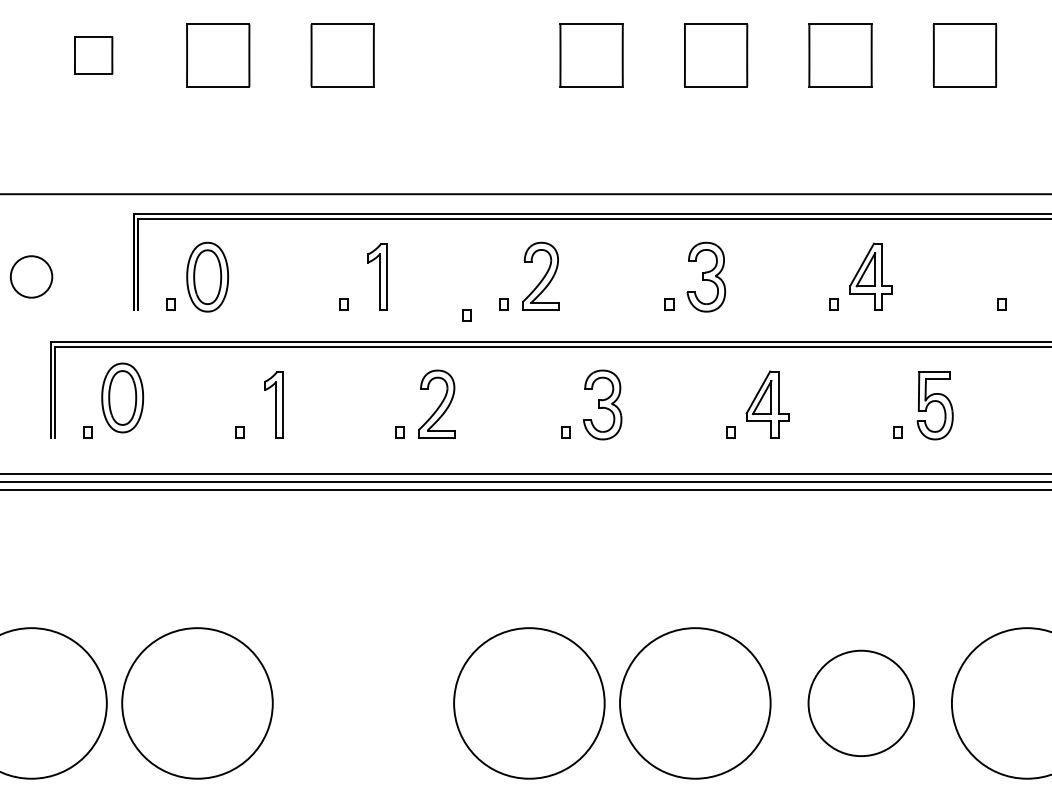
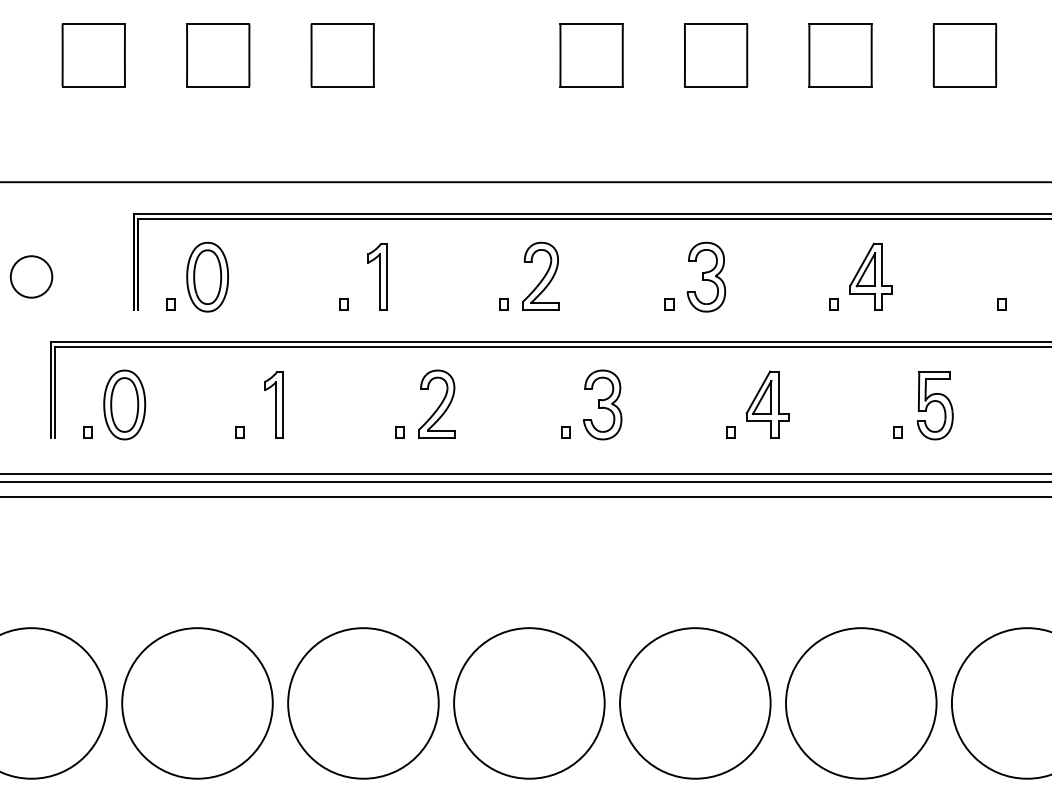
part at (93, 55) size: 40x39 px -> 65x65 px
line at (525, 194) position: (525, 194) -> (525, 182)
part at (466, 315): present -> none
part at (122, 397) position: (122, 397) -> (124, 404)
line at (525, 490) position: (525, 490) -> (525, 497)
circle at (363, 703): none -> present
circle at (860, 703) diameter: 105 px -> 151 px
